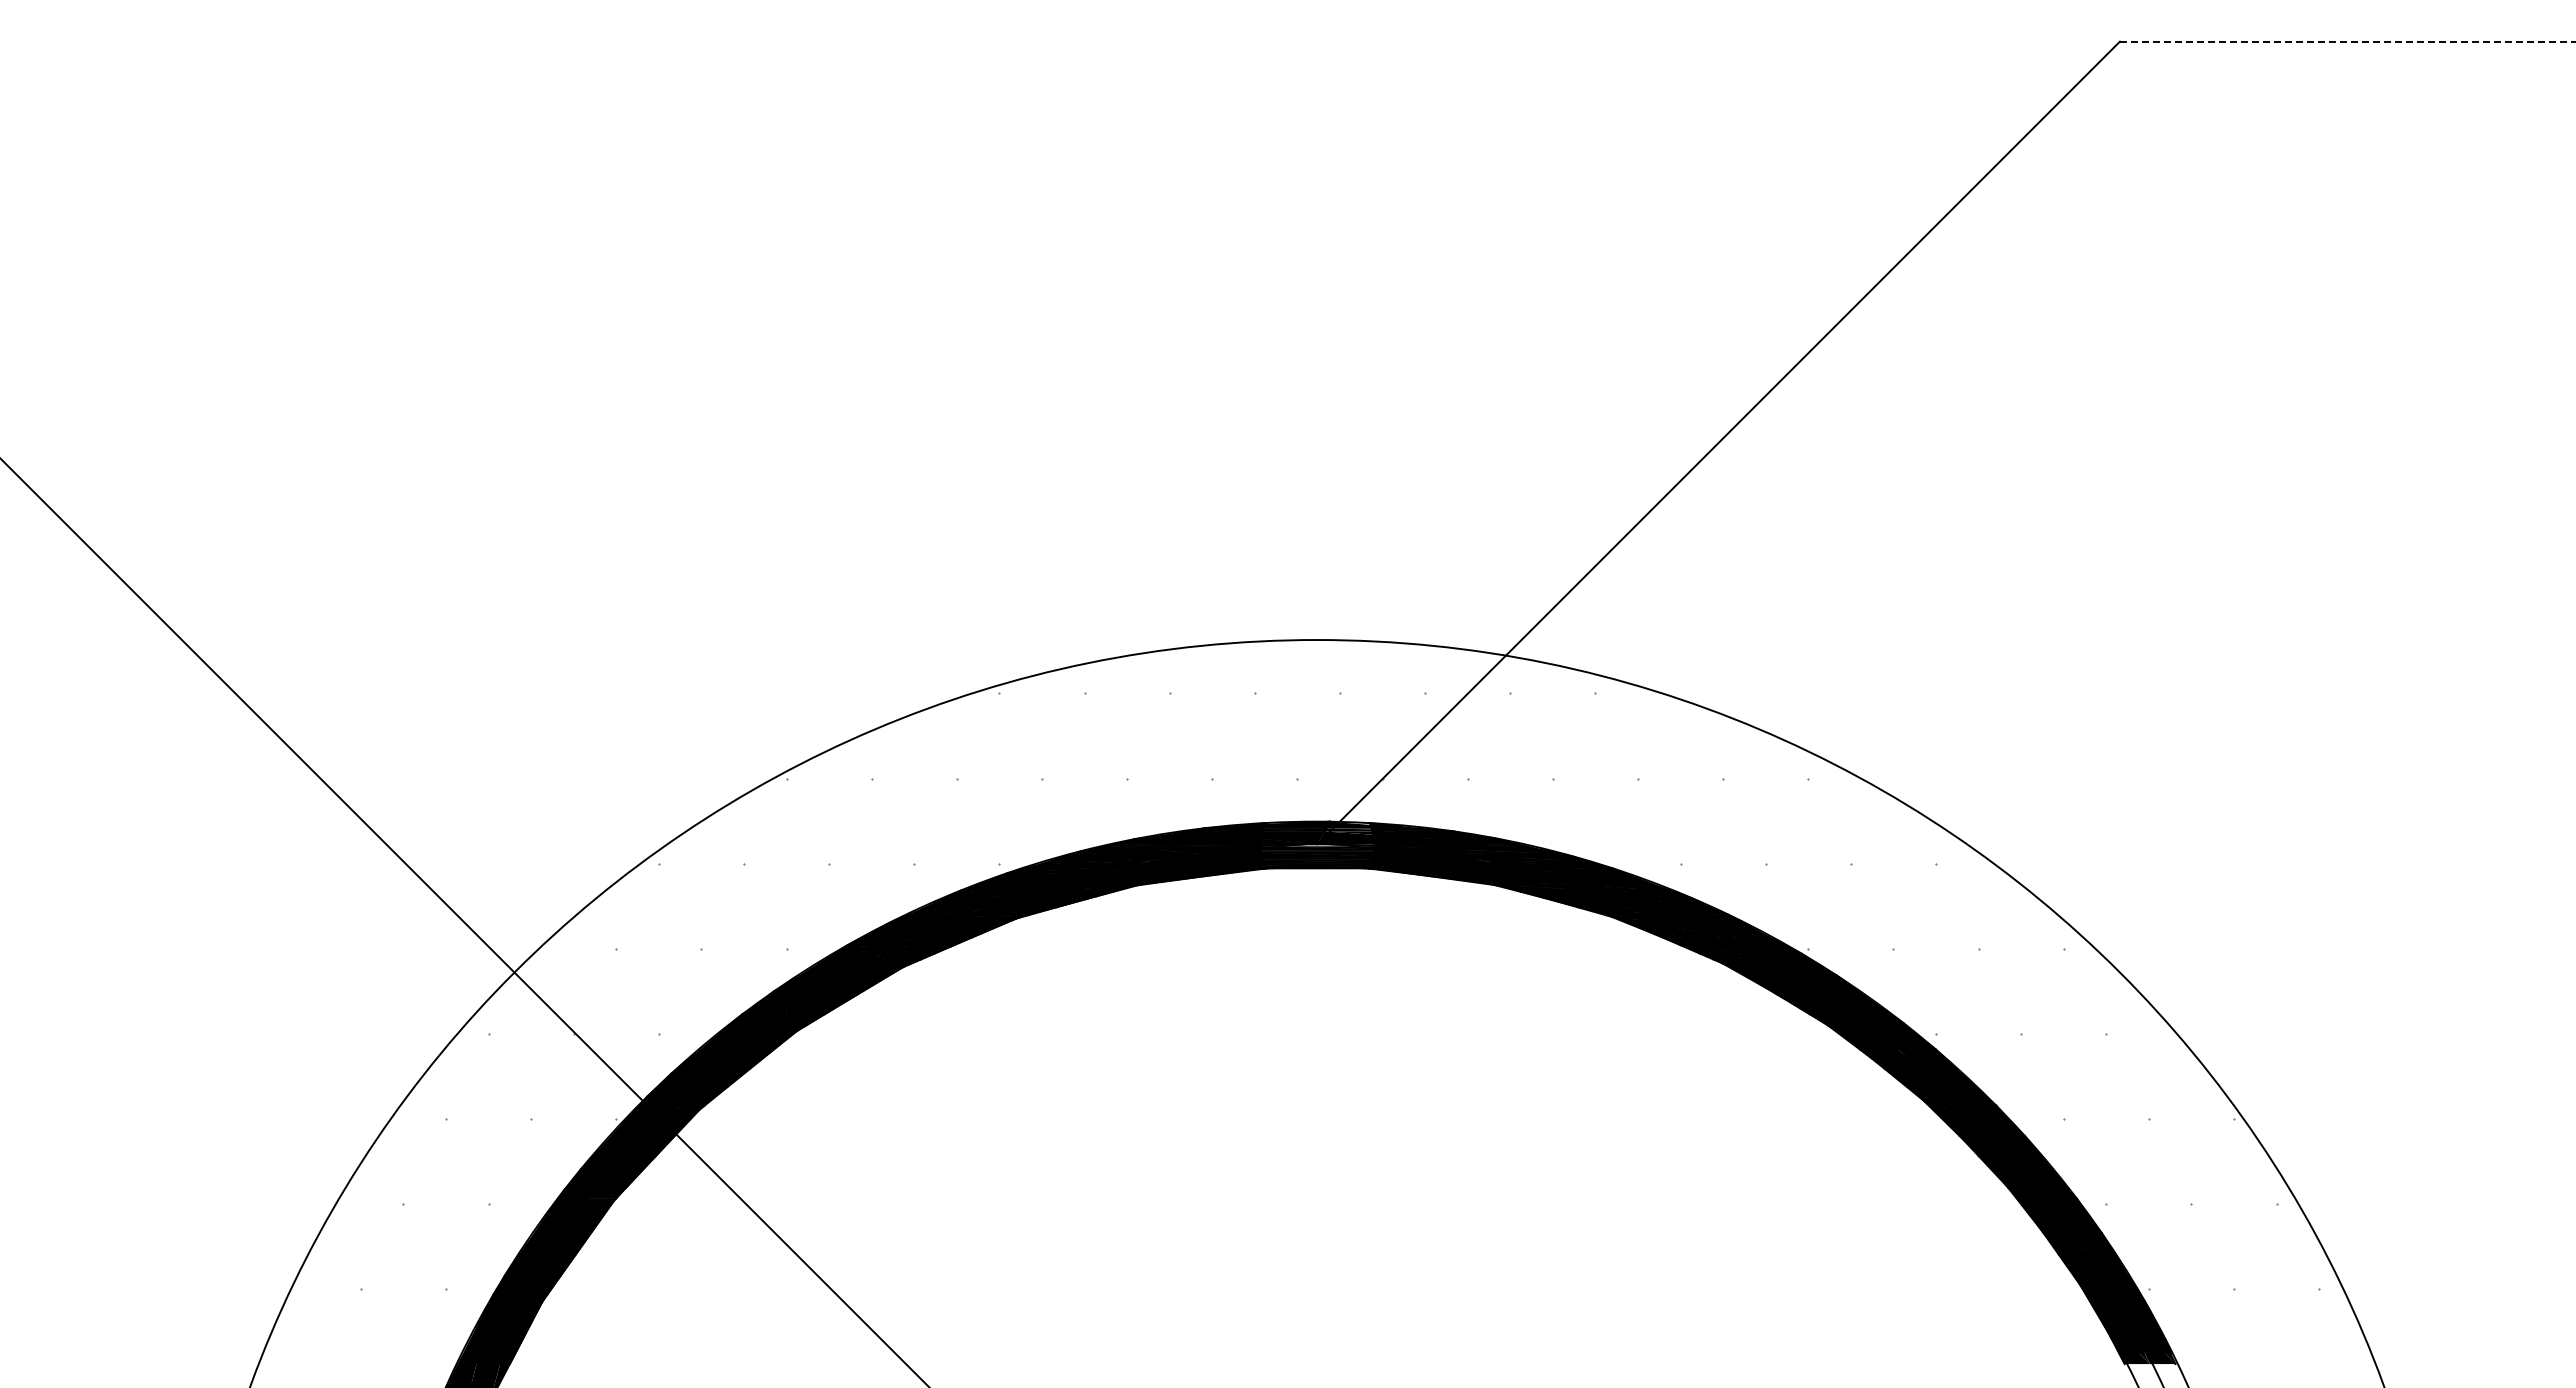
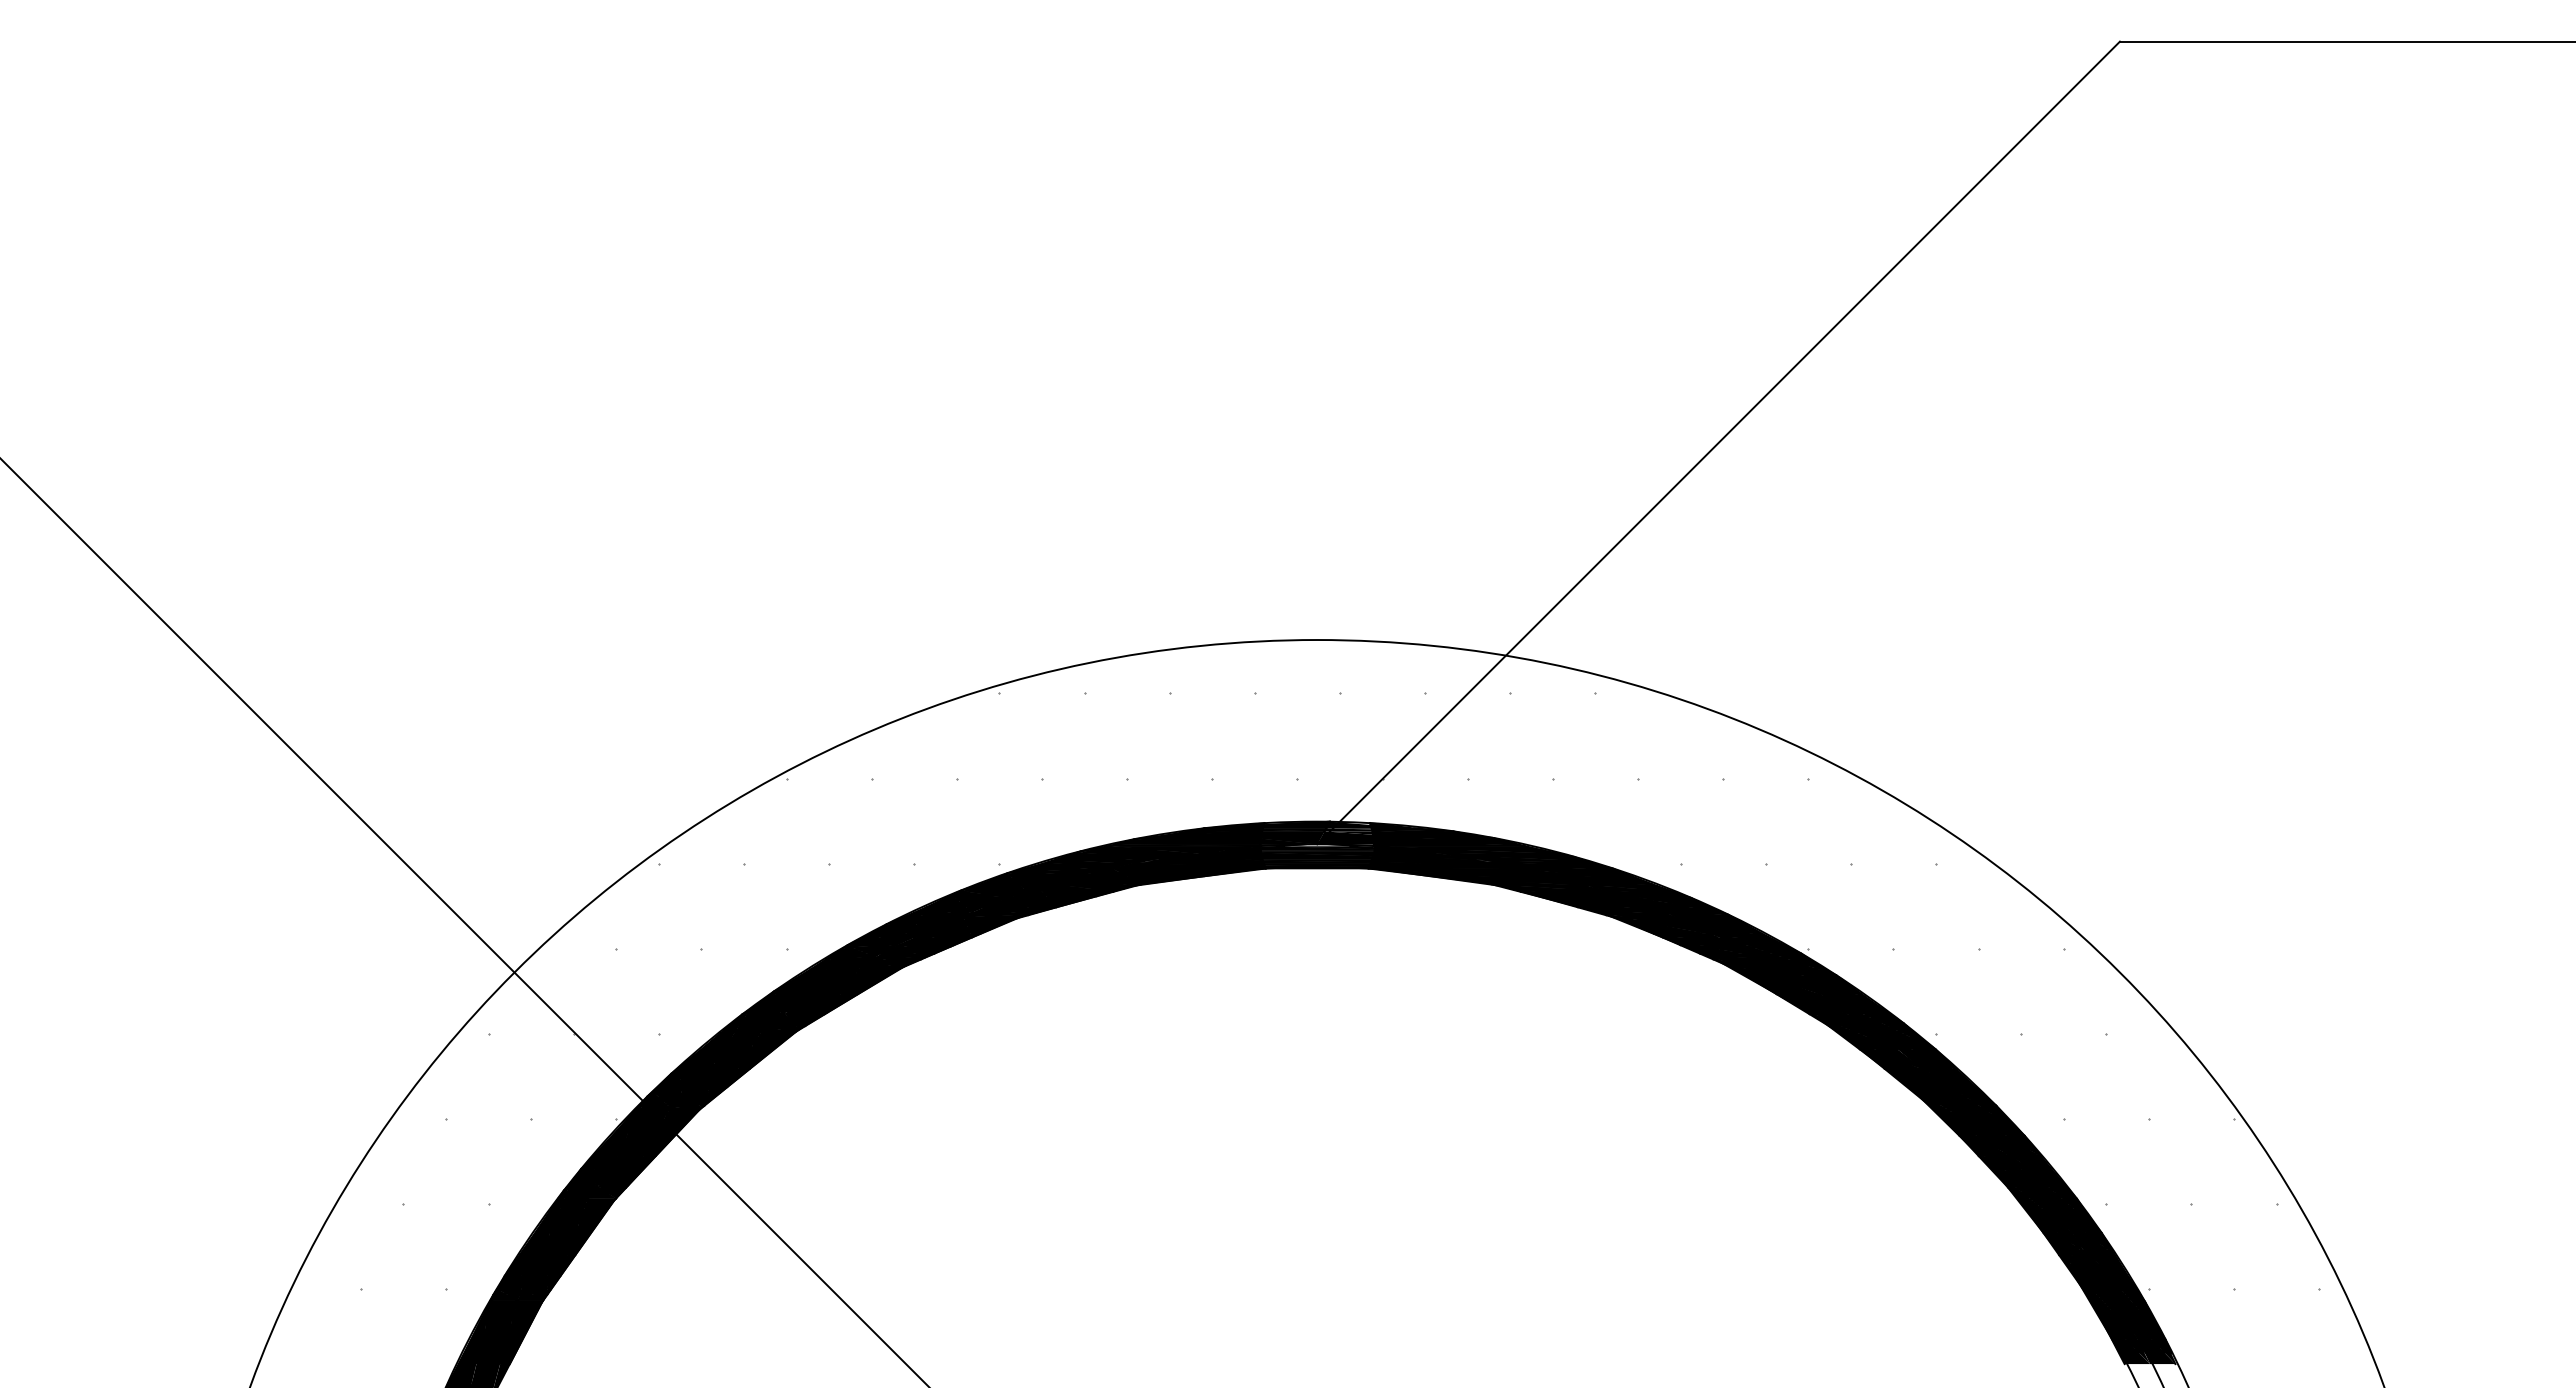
line at (2347, 41): dashed -> solid
